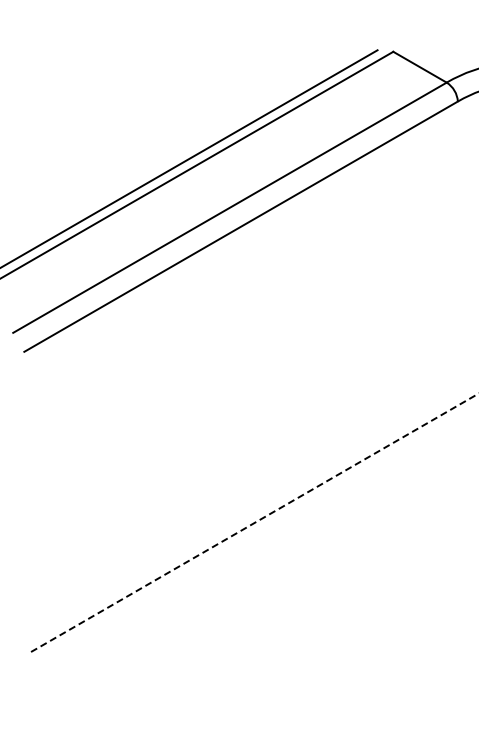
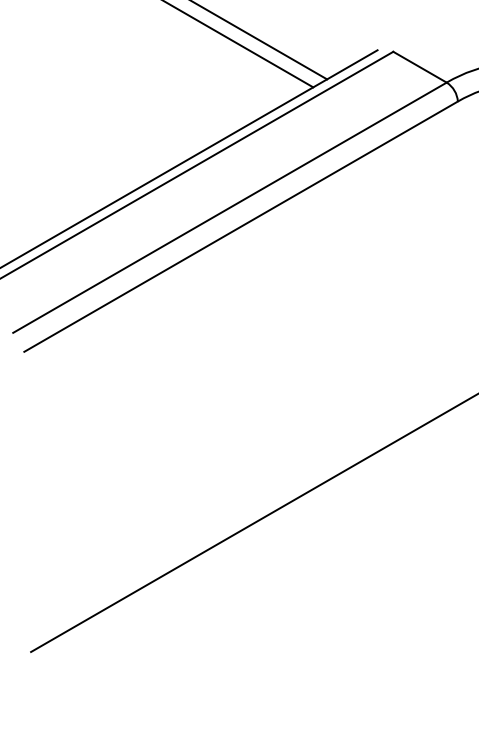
line at (260, 40): none -> present
line at (239, 44): none -> present
line at (255, 522): dashed -> solid
